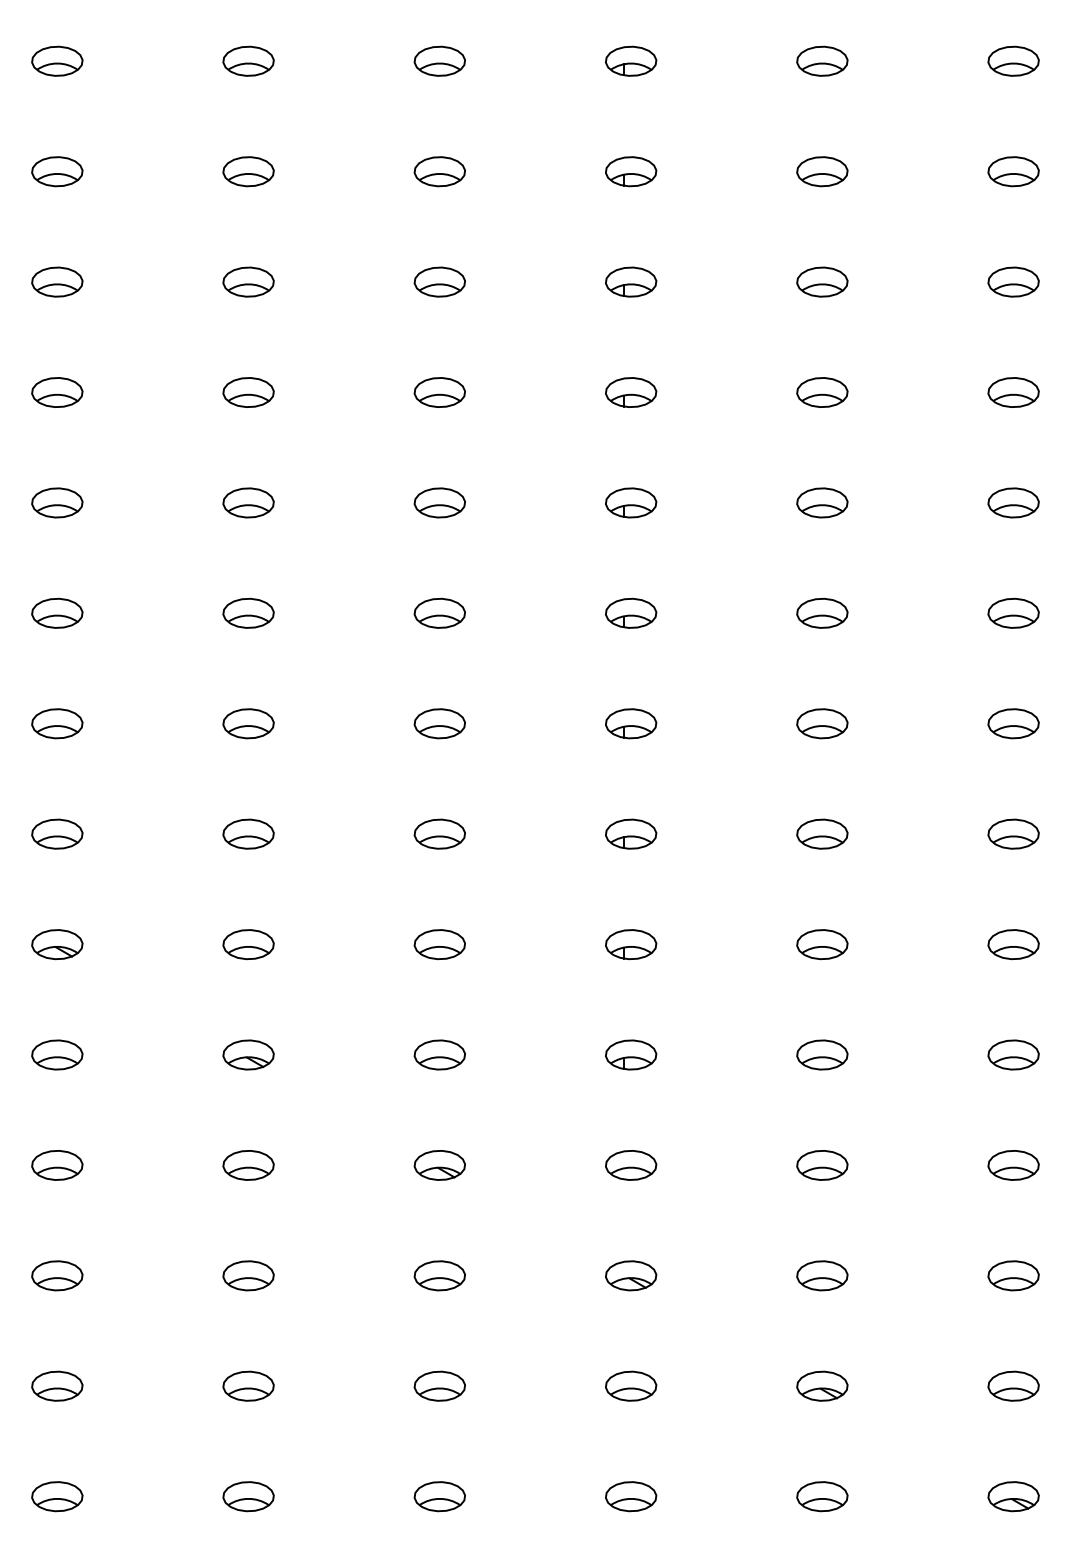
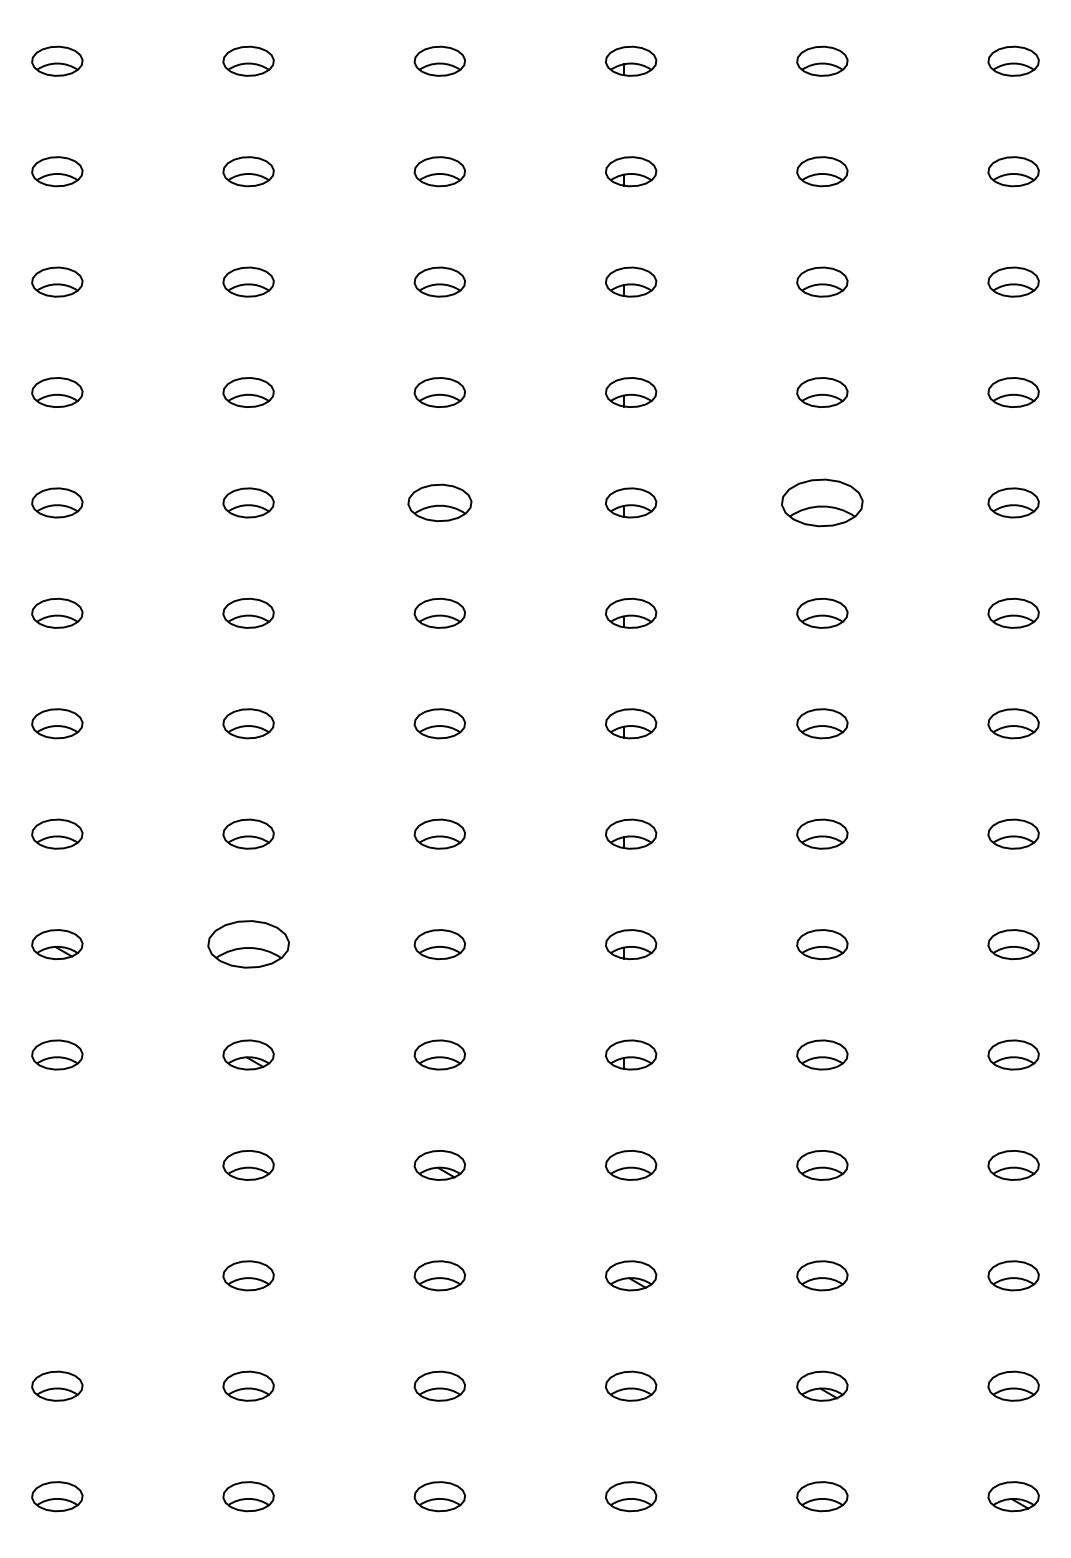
part at (439, 502) size: 53x32 px -> 66x40 px
part at (822, 502) size: 53x32 px -> 83x50 px
part at (248, 944) size: 53x32 px -> 83x49 px
part at (57, 1165): present -> none
part at (57, 1275): present -> none
